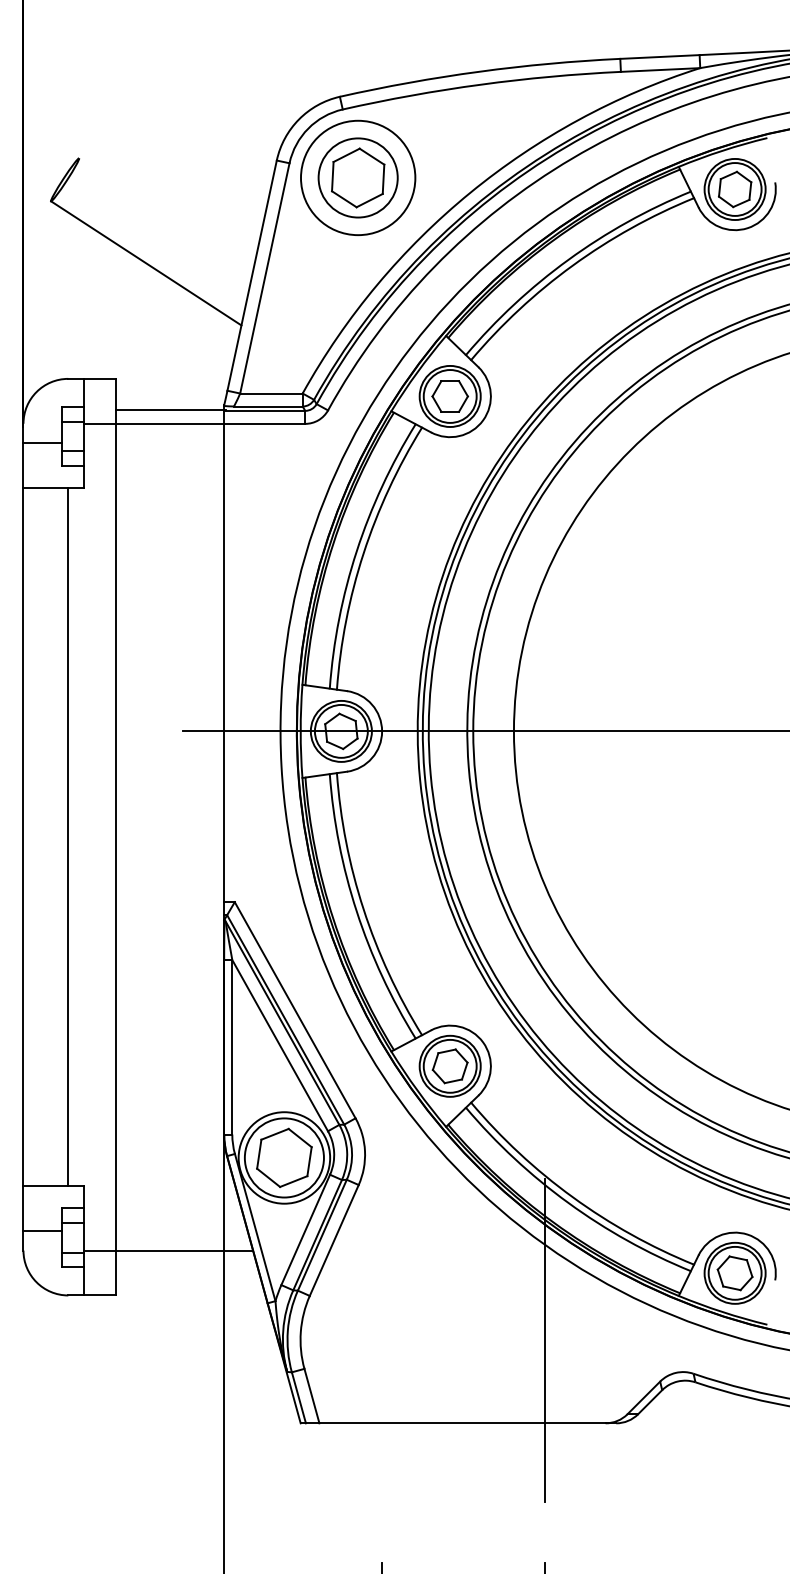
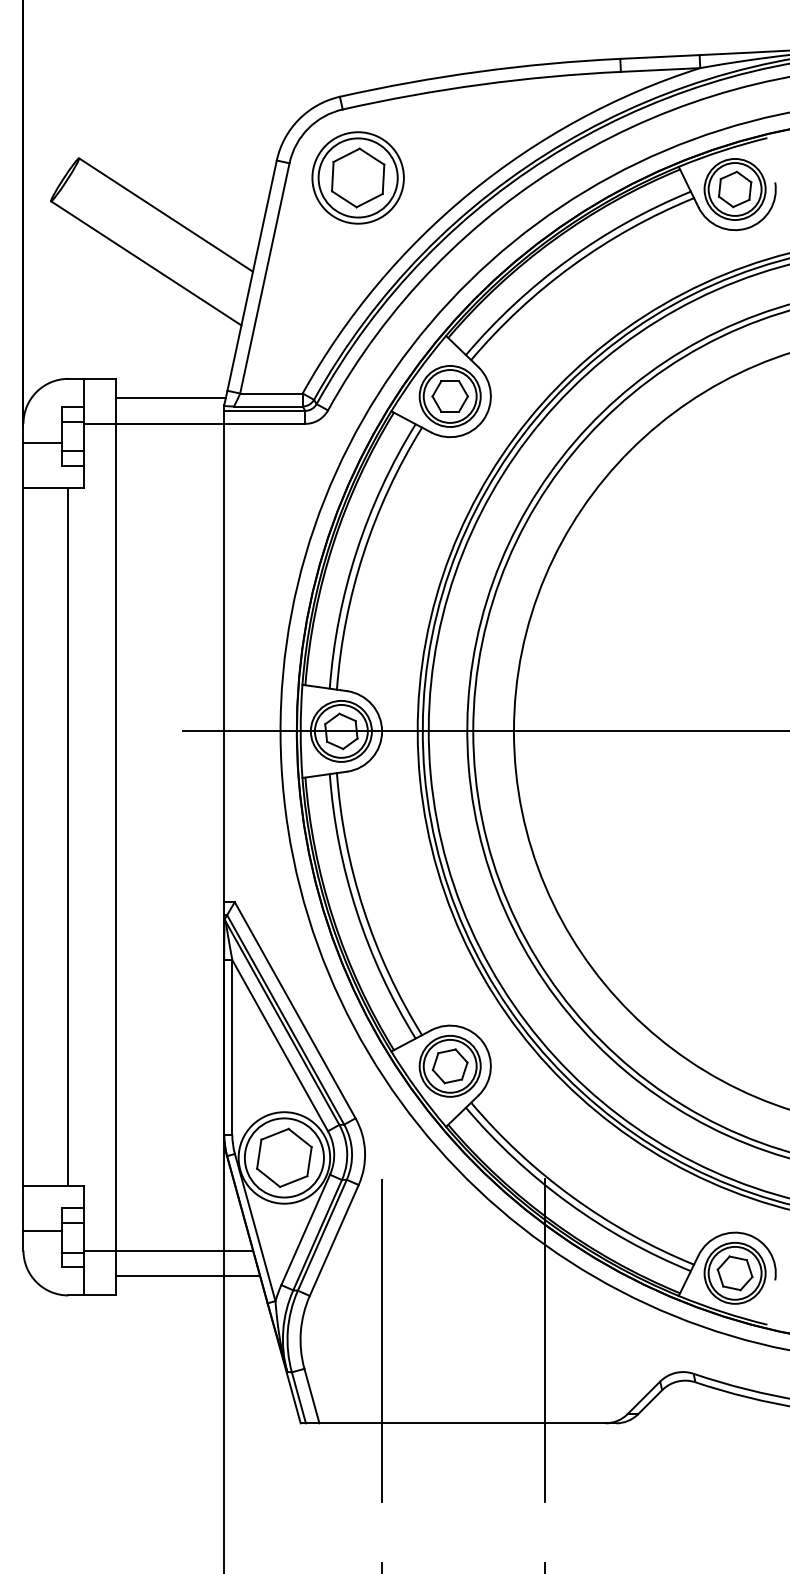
circle at (358, 177) diameter: 114 px -> 91 px
line at (165, 214): none -> present
line at (170, 410) position: (170, 410) -> (170, 398)
line at (188, 1276): none -> present
line at (382, 1340): none -> present
